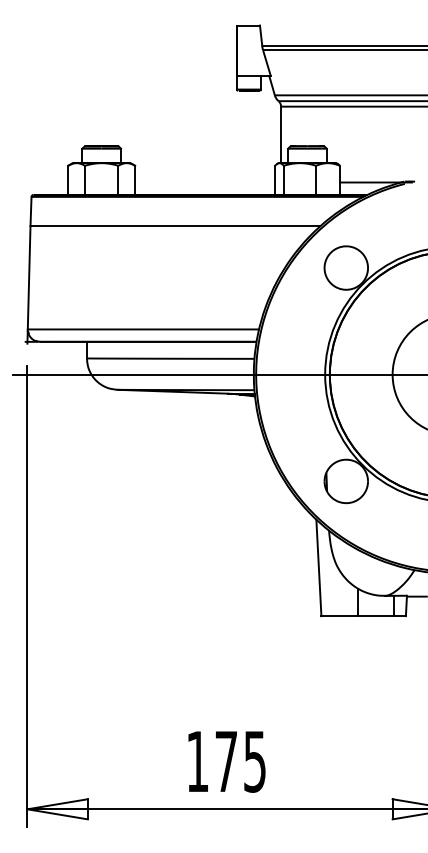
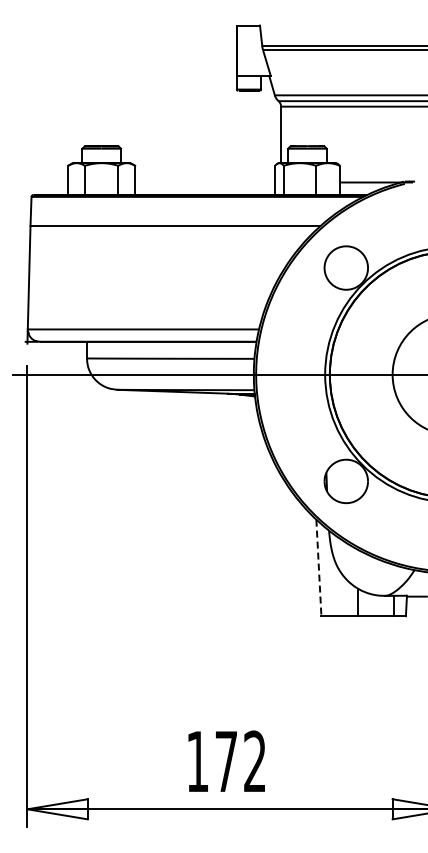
line at (318, 568): solid -> dashed
text at (254, 761): 175 -> 172
